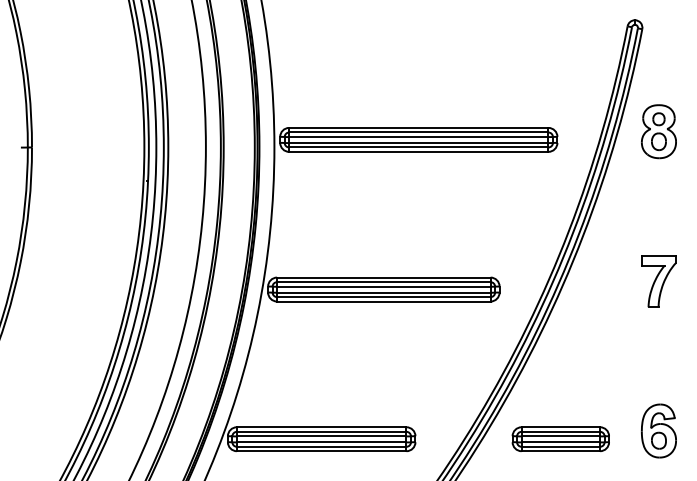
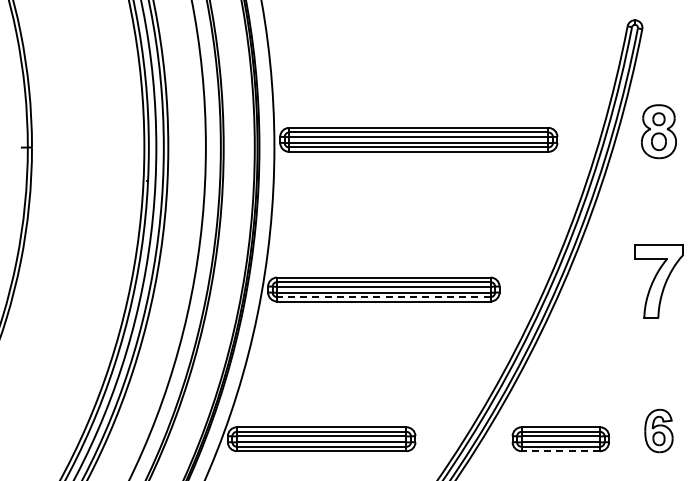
part at (658, 281) size: 36x53 px -> 50x75 px
line at (383, 297): solid -> dashed
part at (658, 430) size: 36x56 px -> 30x46 px
line at (560, 451): solid -> dashed
